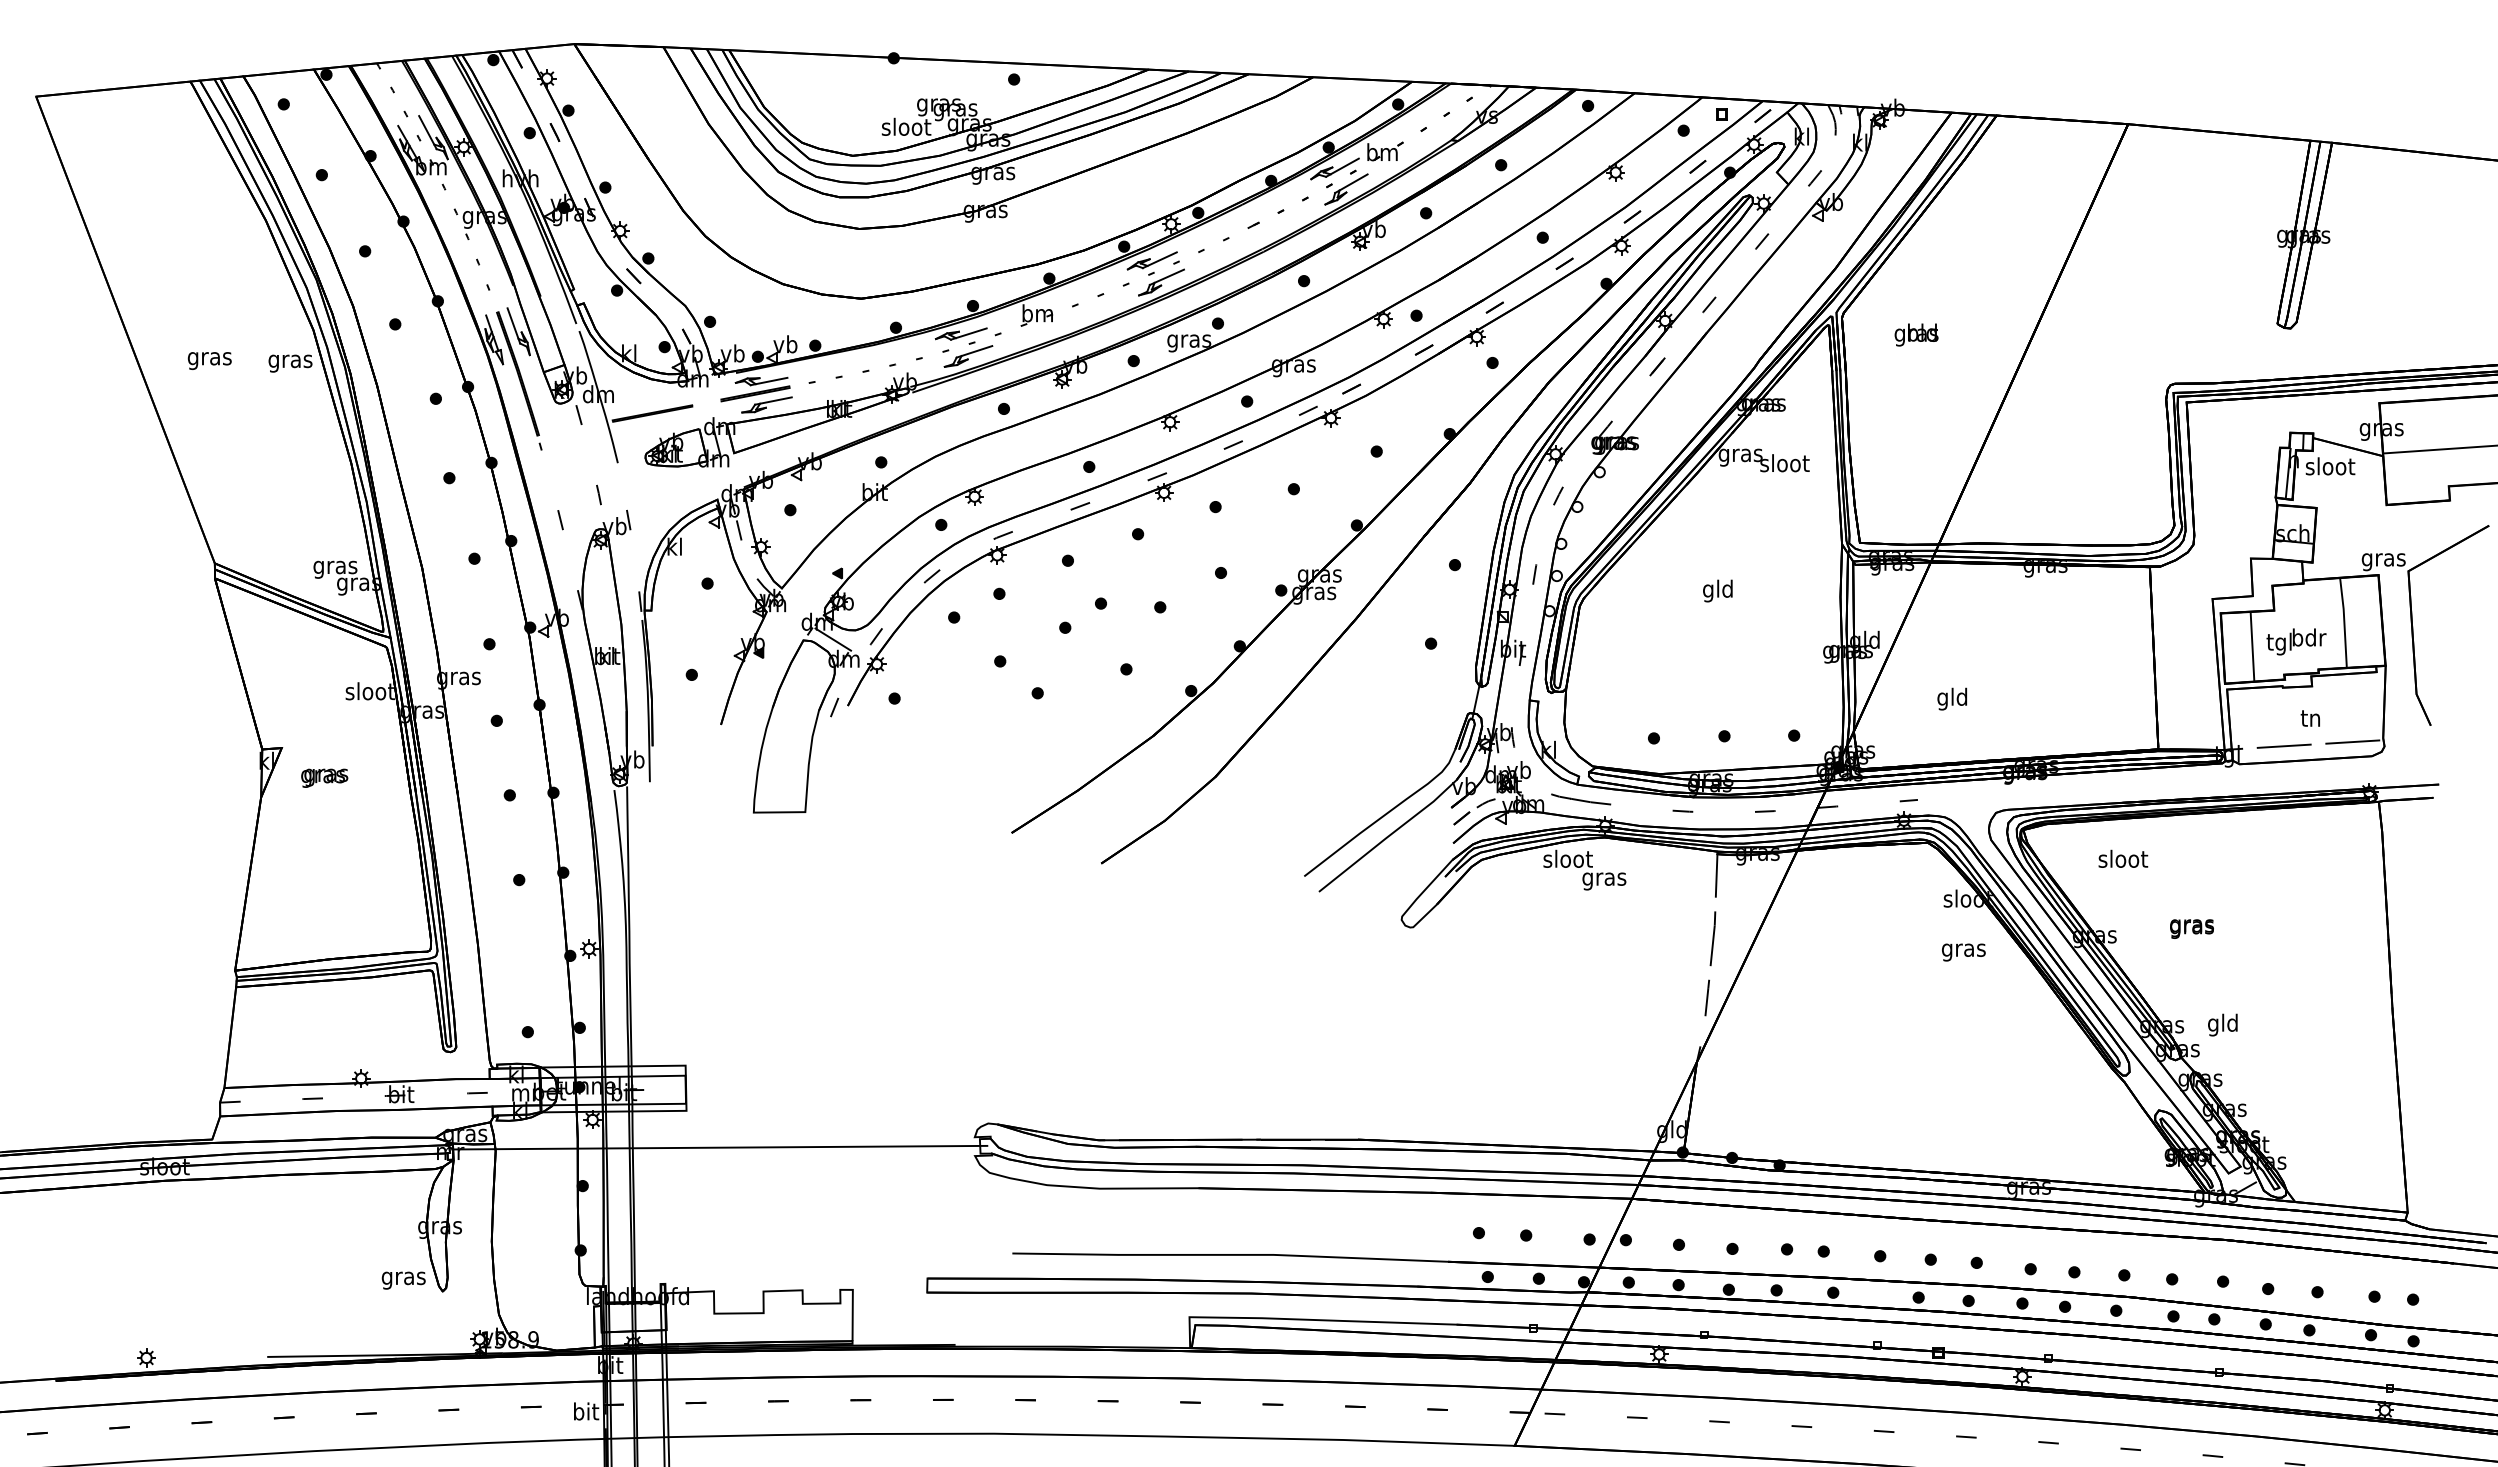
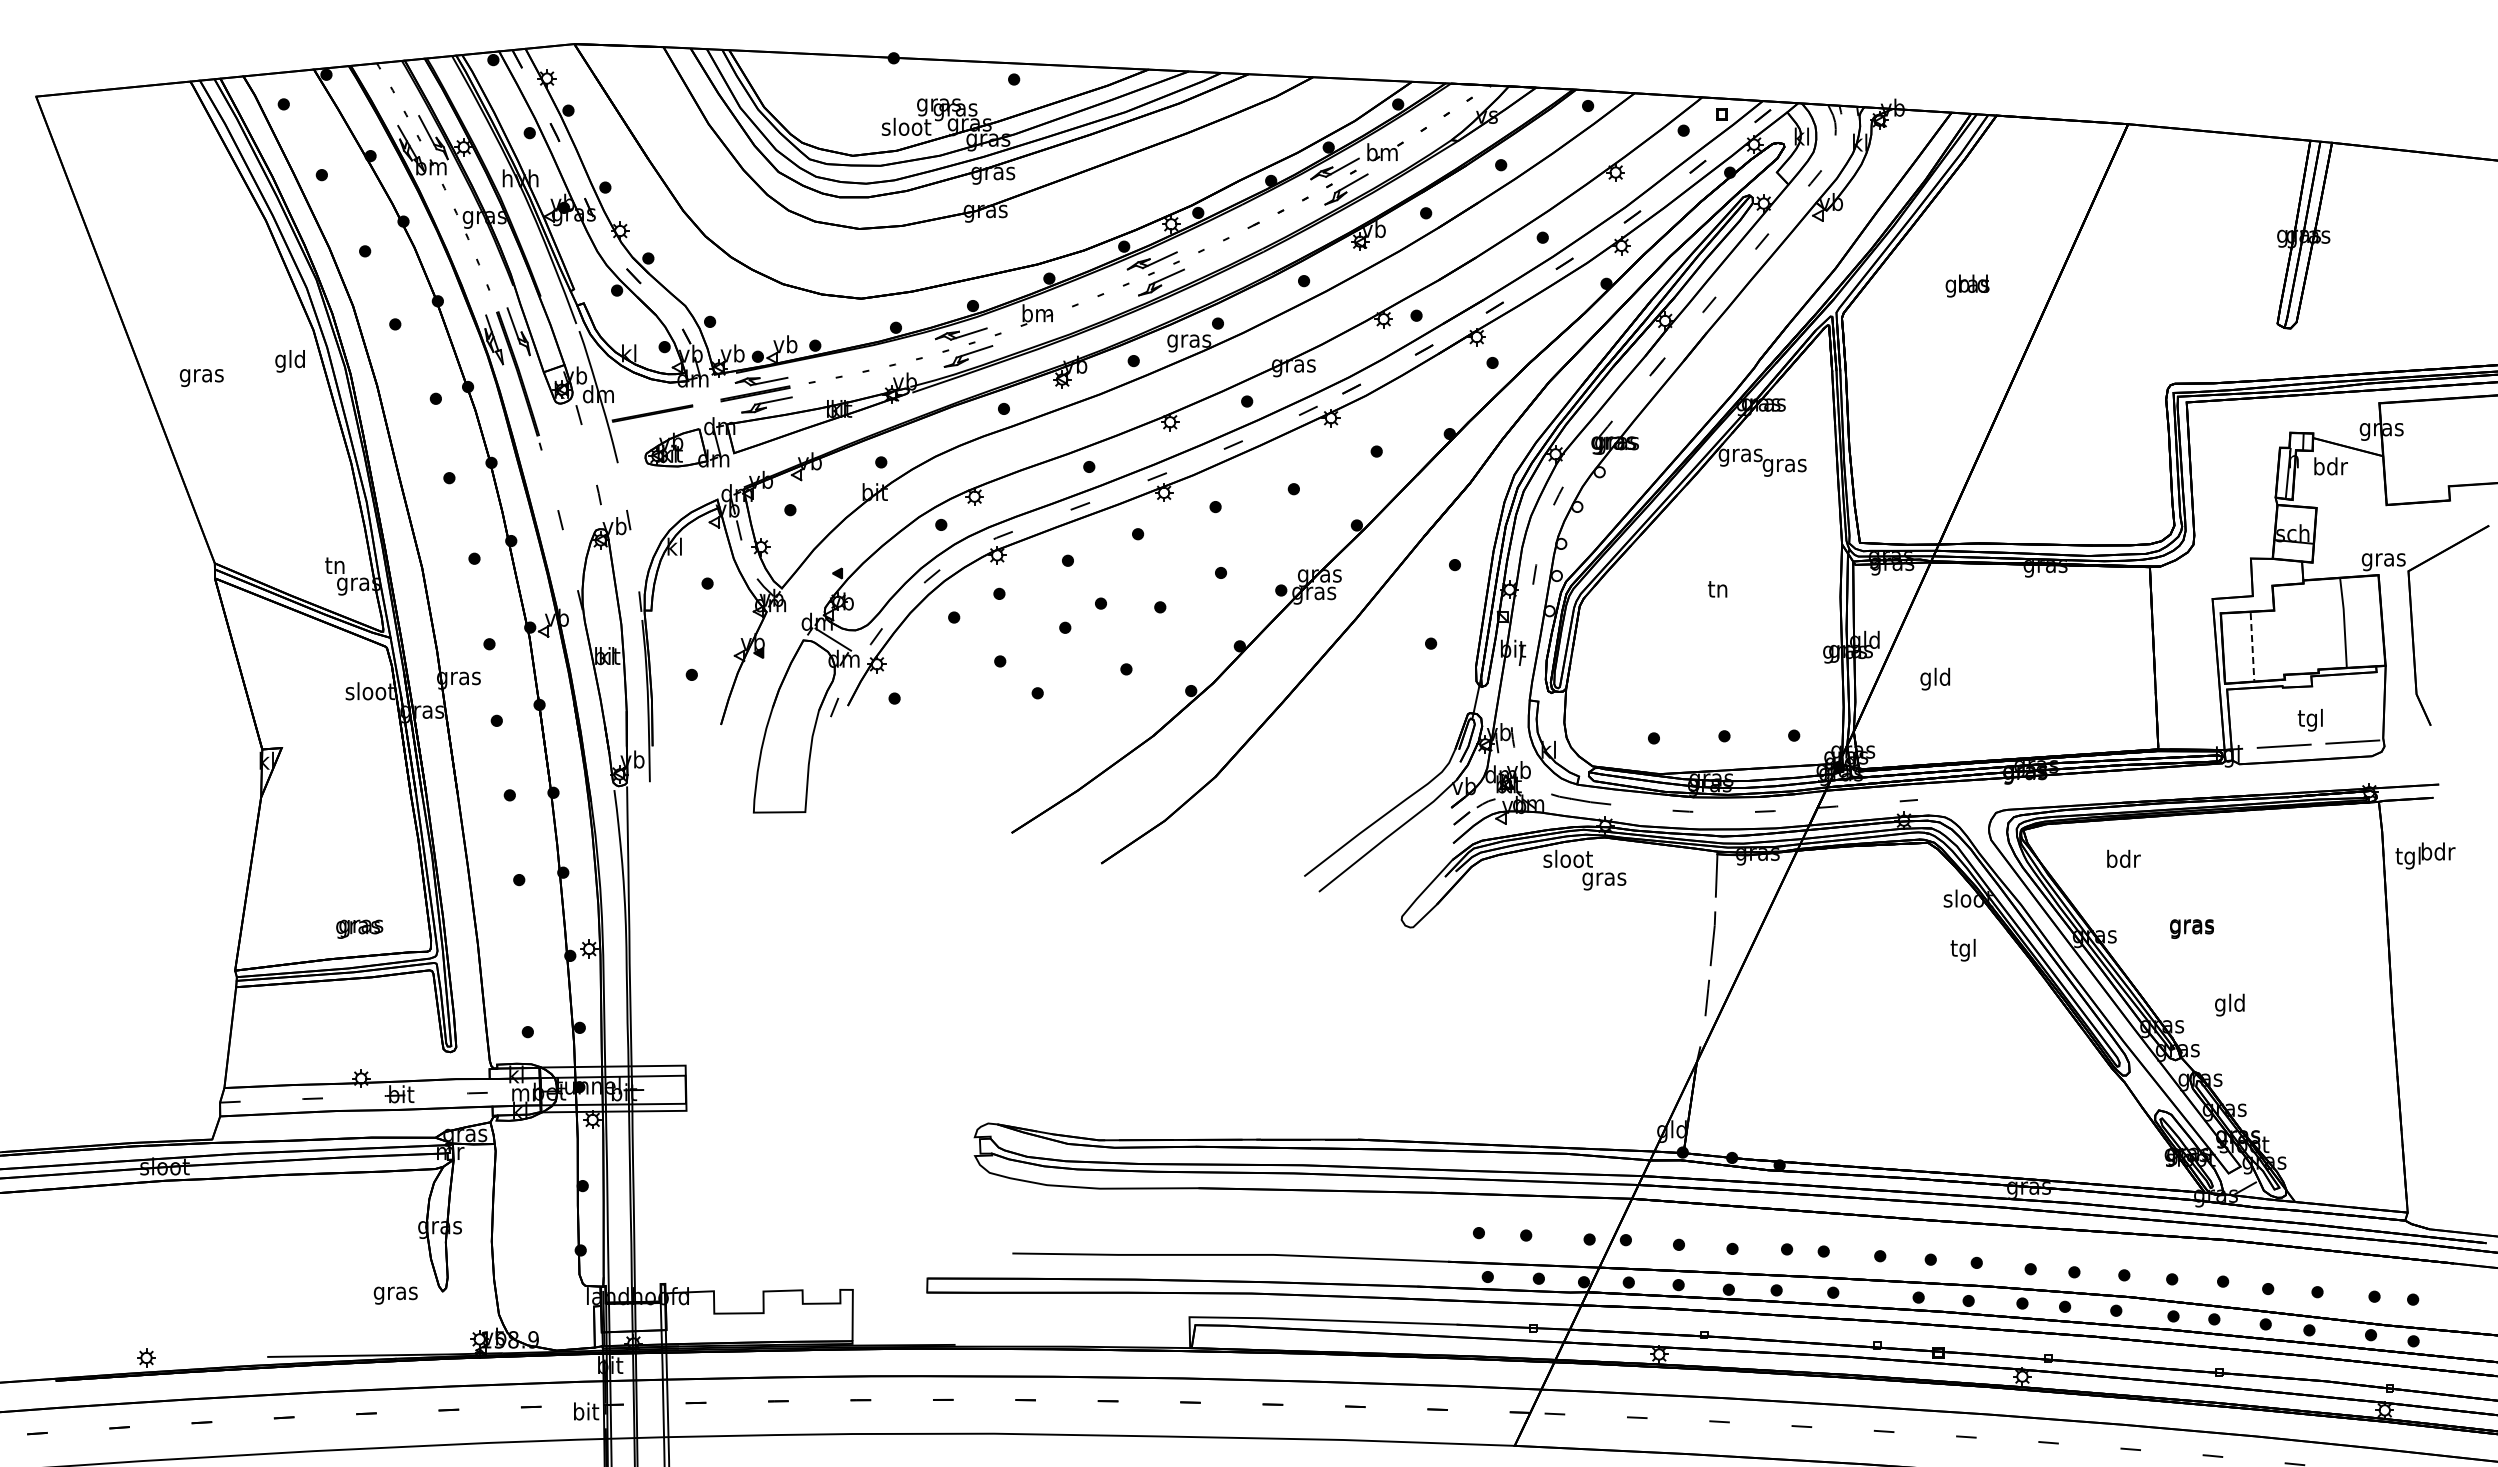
text at (1916, 334) position: (1916, 334) -> (1967, 285)
text at (209, 360) position: (209, 360) -> (201, 377)
text at (290, 361): gras -> gld
line at (2439, 449): present -> none
text at (1784, 465): sloot -> gras
text at (2330, 466): sloot -> bdr
text at (335, 567): gras -> tn
text at (1717, 590): gld -> tn
text at (2296, 641) position: (2296, 641) -> (2425, 855)
line at (2252, 646): solid -> dashed
text at (1951, 698) position: (1951, 698) -> (1934, 678)
text at (2309, 719): tn -> tgl
text at (324, 777) position: (324, 777) -> (359, 928)
text at (2123, 858): sloot -> bdr
text at (1963, 949): gras -> tgl
text at (2222, 1024) position: (2222, 1024) -> (2229, 1004)
line at (719, 1147): present -> none
text at (403, 1280) position: (403, 1280) -> (395, 1295)
